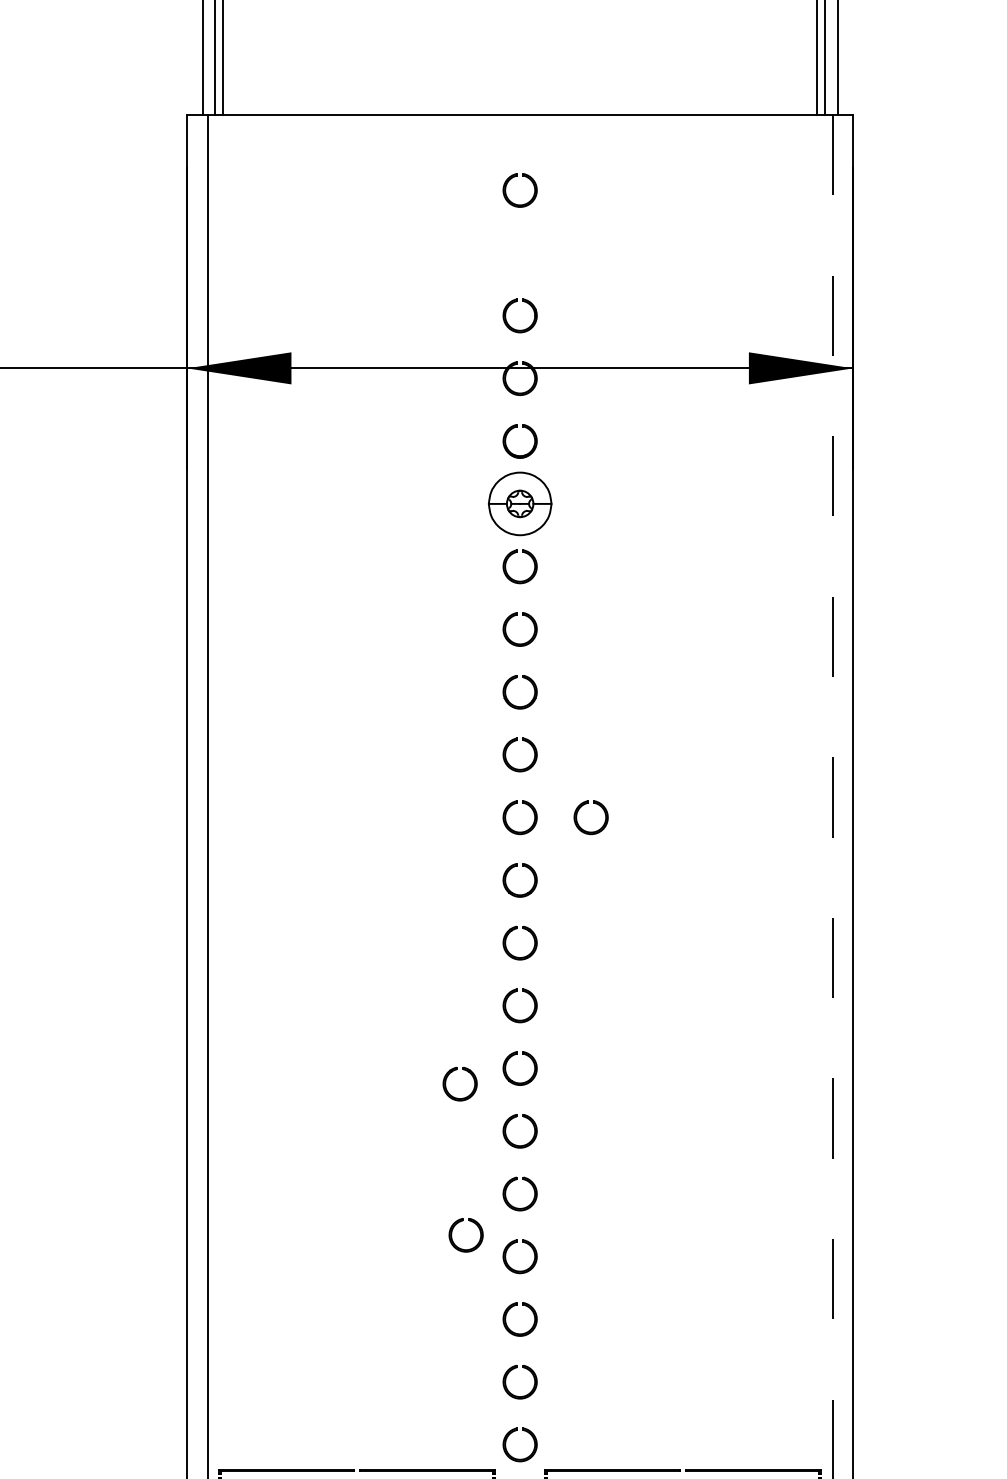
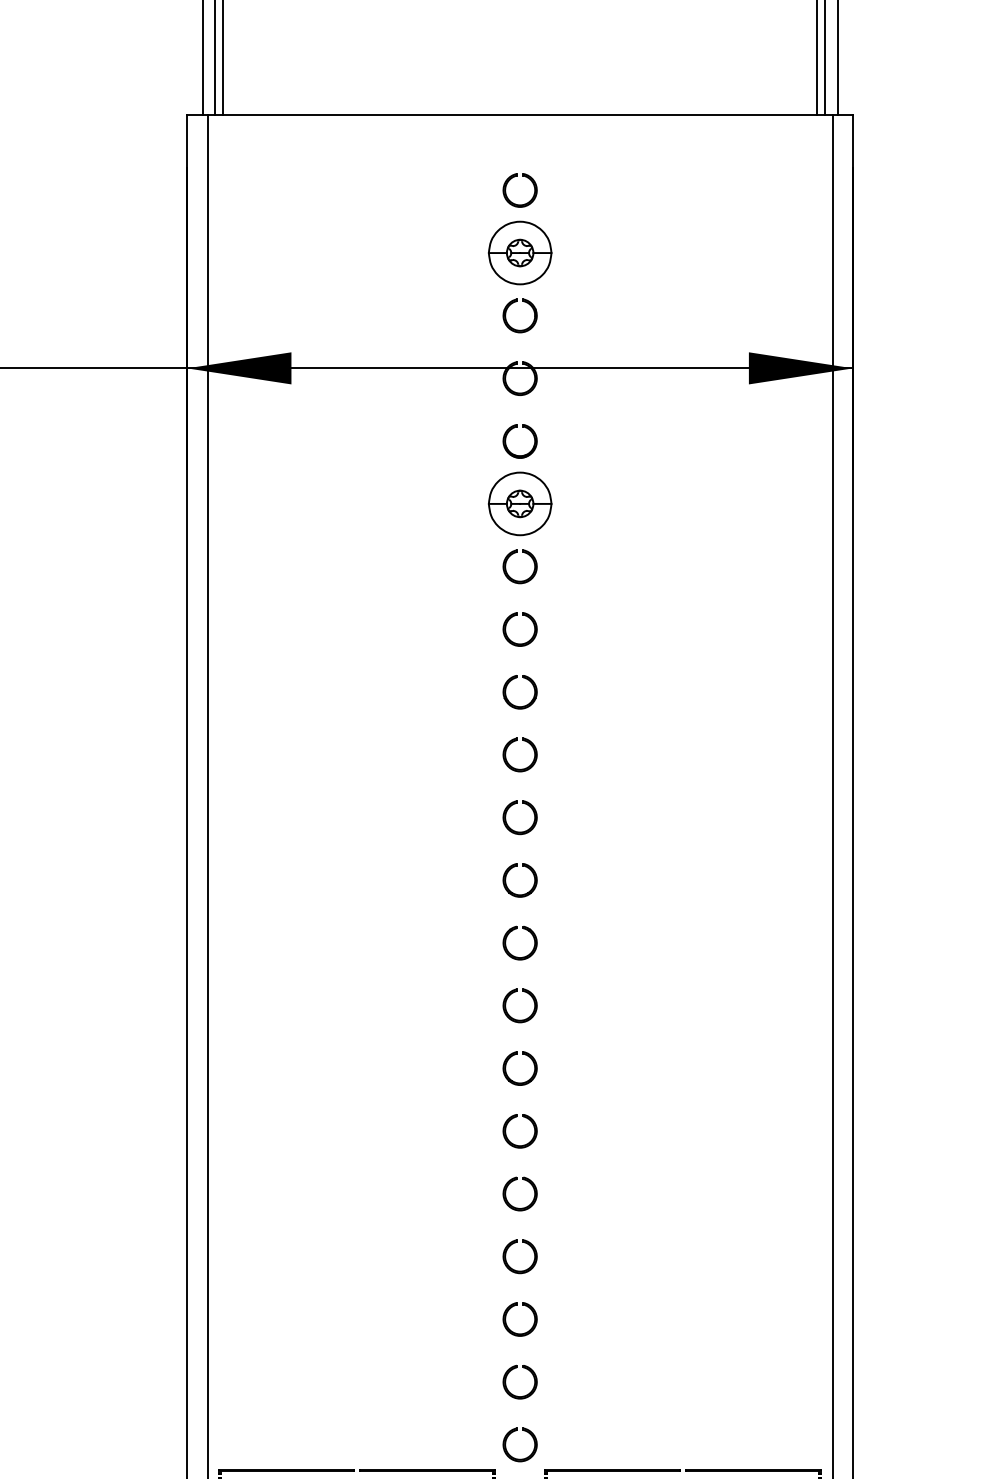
part at (520, 252): none -> present
line at (832, 797): dashed -> solid
part at (577, 816): present -> none
part at (454, 1071): present -> none
part at (453, 1240): present -> none
